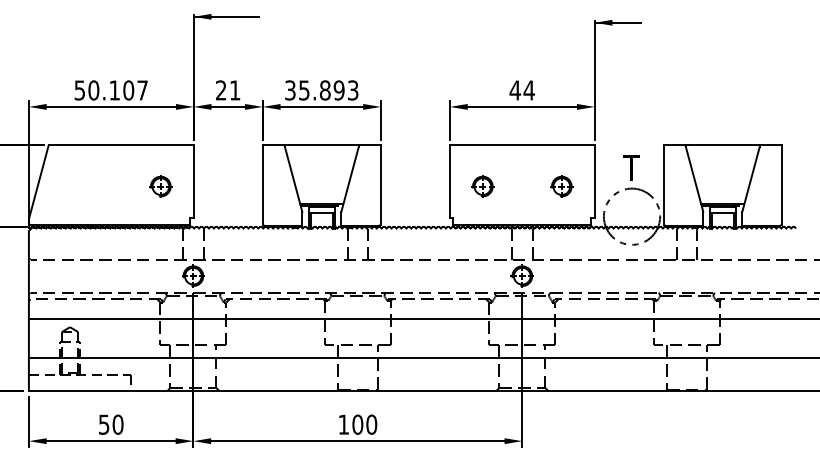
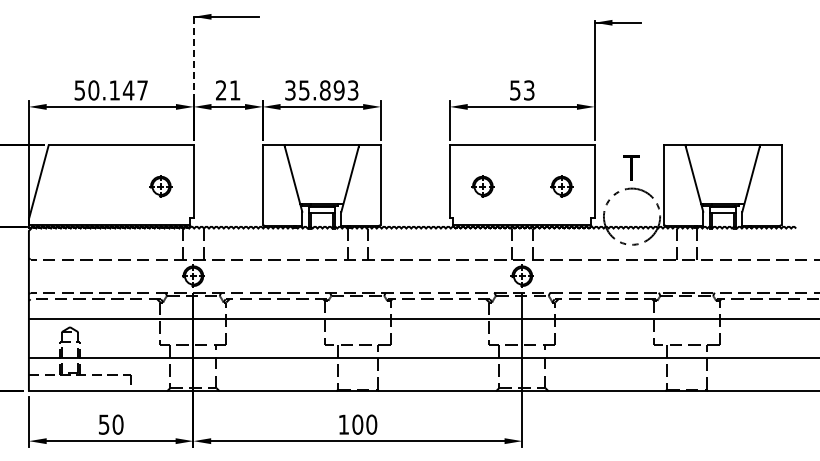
line at (193, 58): solid -> dashed
text at (128, 90): 50.107 -> 50.147
text at (521, 90): 44 -> 53
